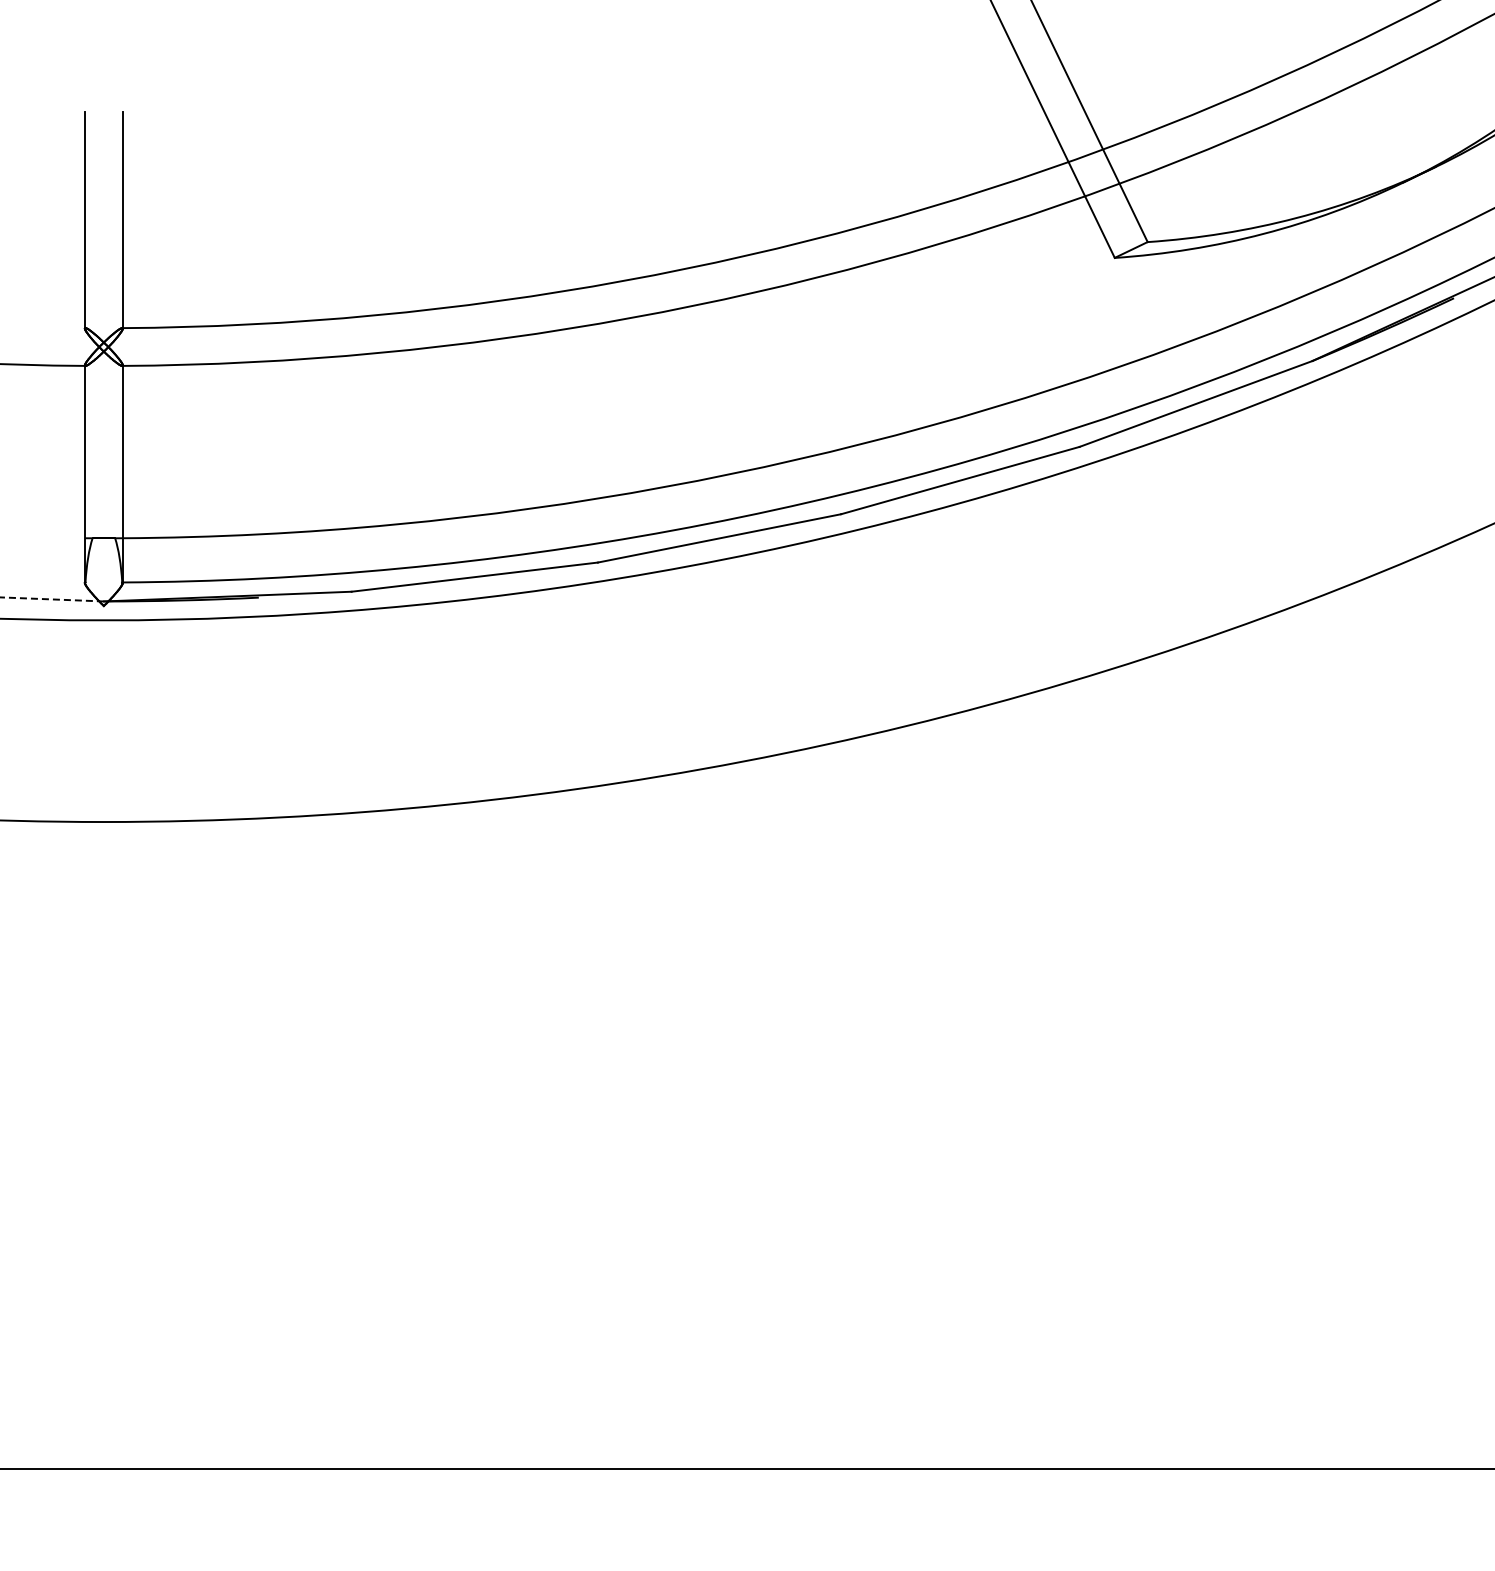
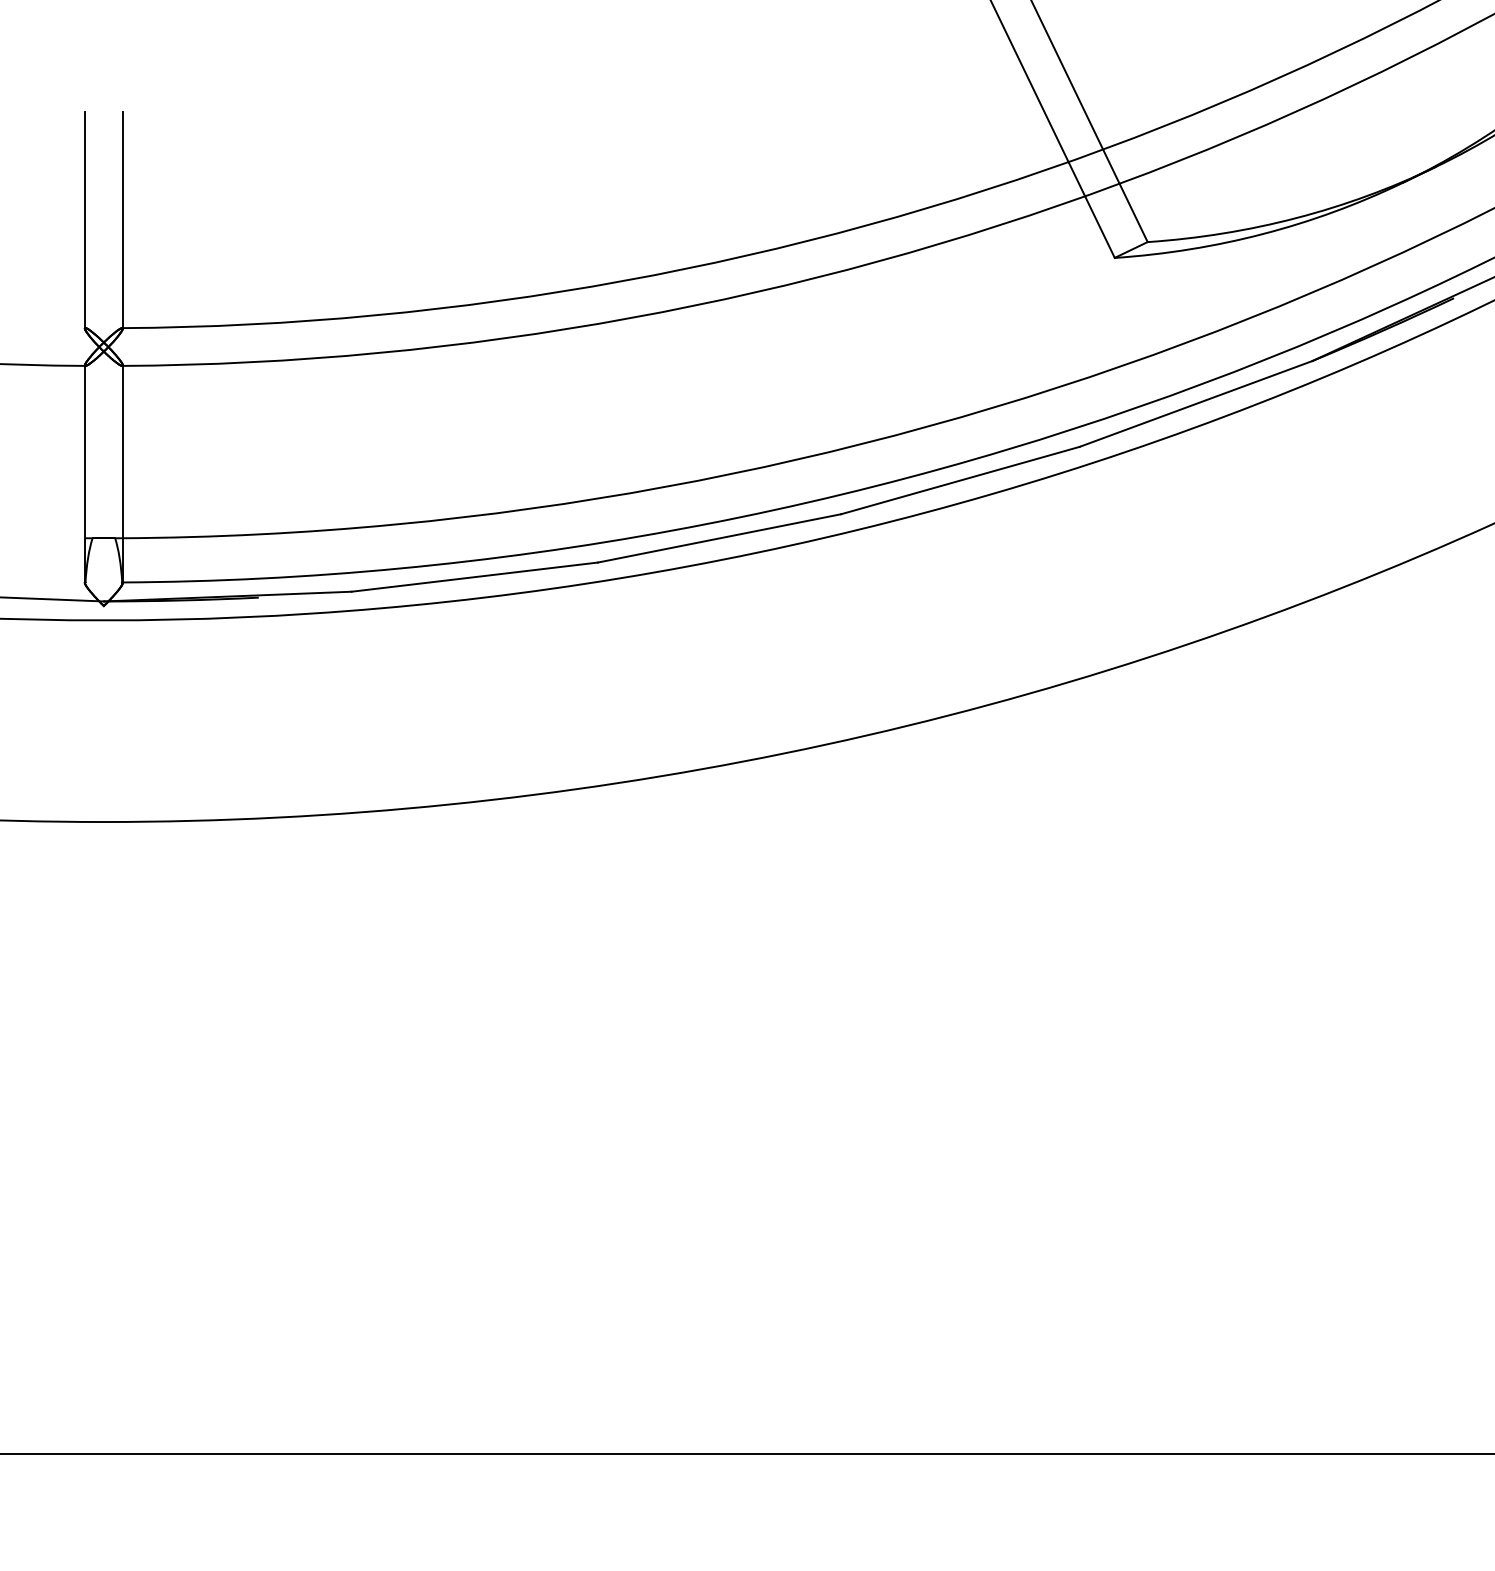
line at (51, 599): dashed -> solid
line at (746, 1468) position: (746, 1468) -> (746, 1453)
